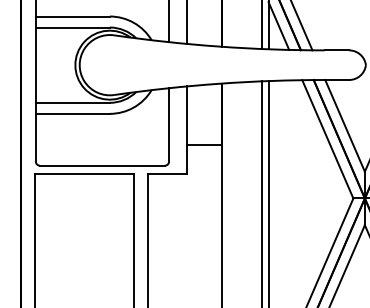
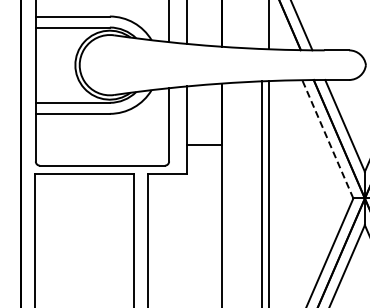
line at (262, 25): present -> none
line at (278, 25): present -> none
line at (327, 138): solid -> dashed
